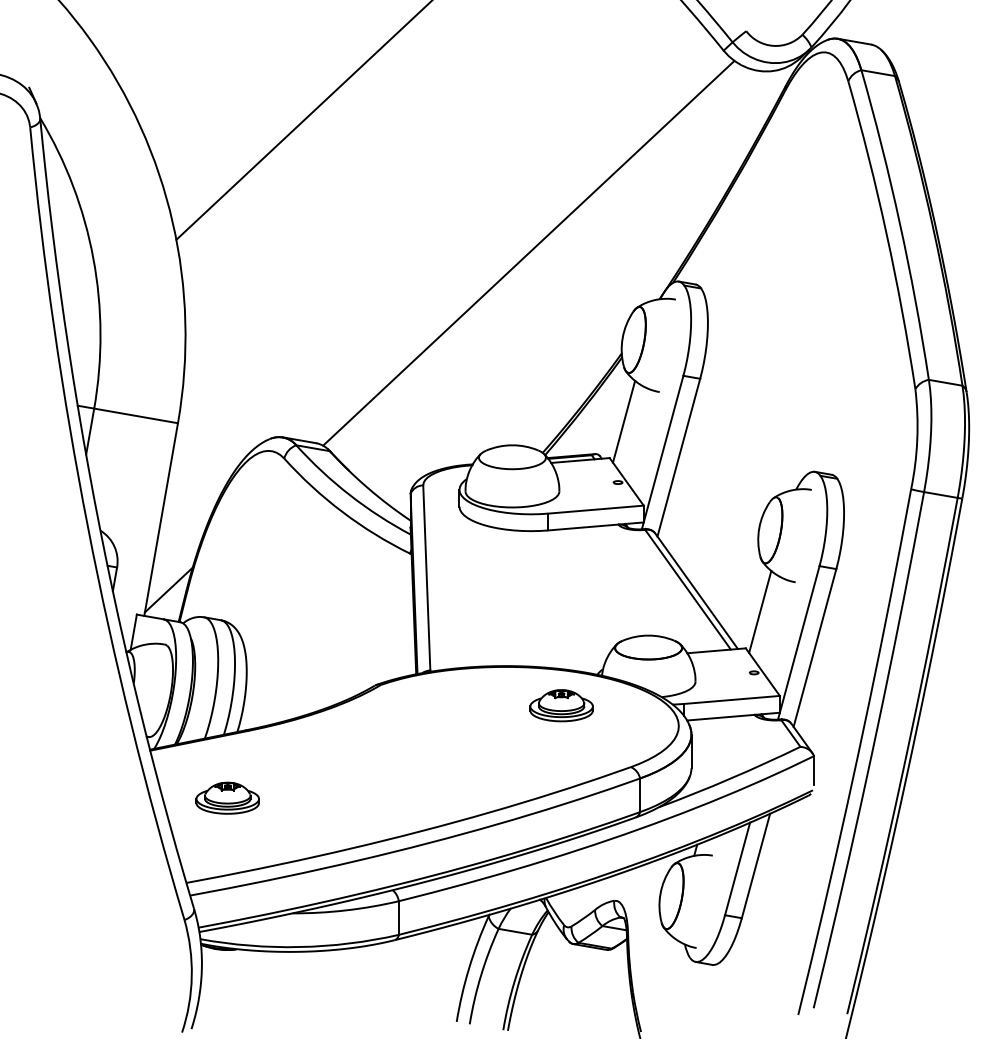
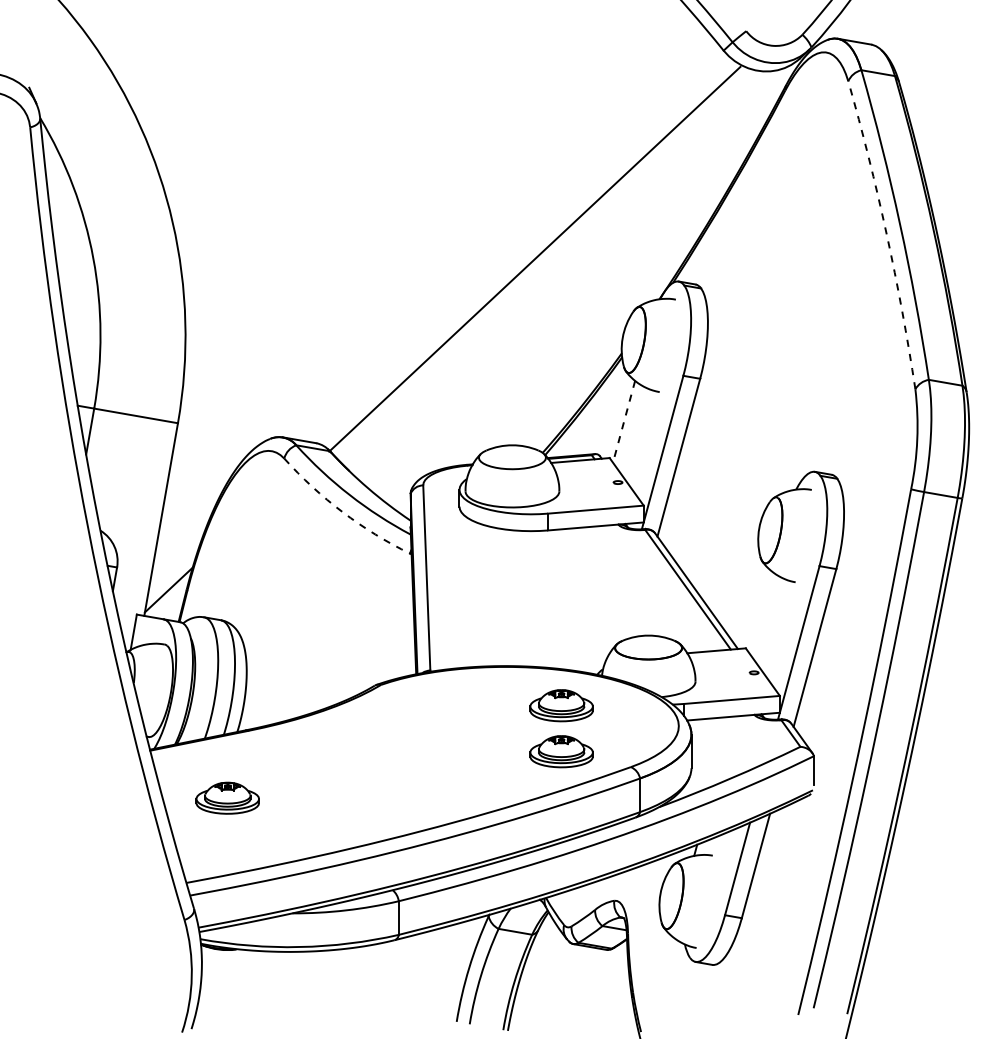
line at (303, 120): present -> none
arc at (886, 234): solid -> dashed
line at (528, 252) position: (528, 252) -> (534, 258)
line at (623, 422): solid -> dashed
arc at (342, 512): solid -> dashed
line at (760, 611): present -> none
part at (561, 751): none -> present
